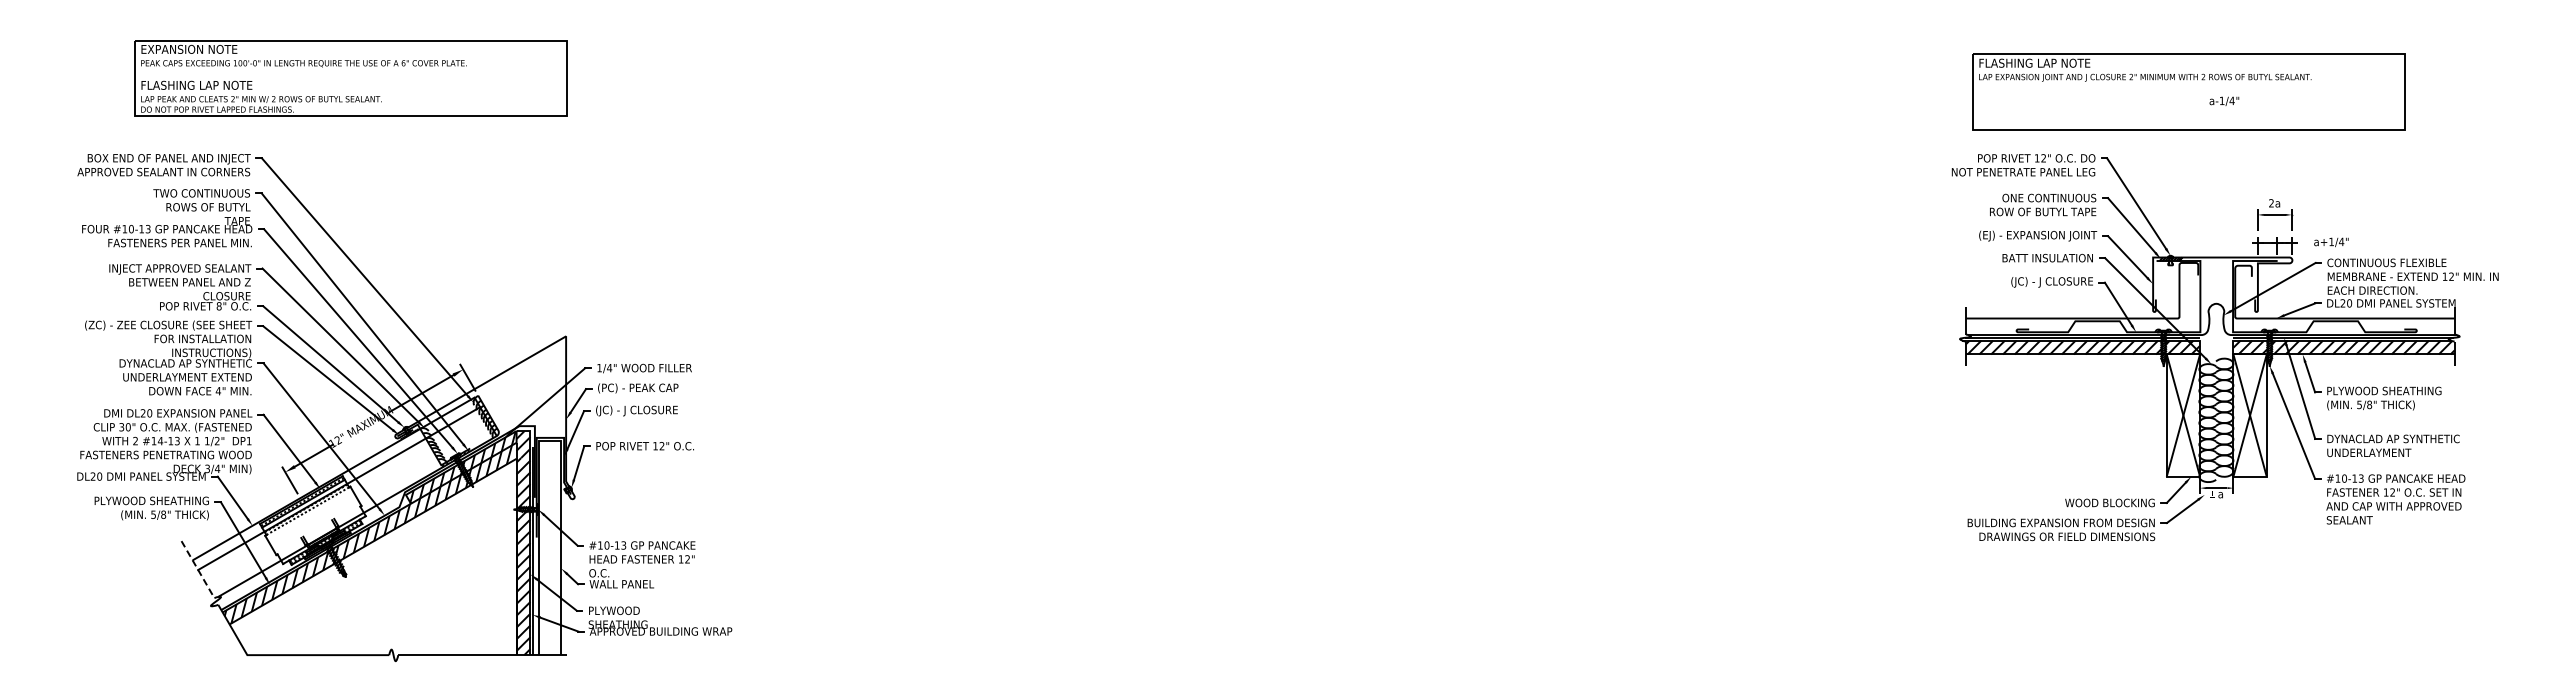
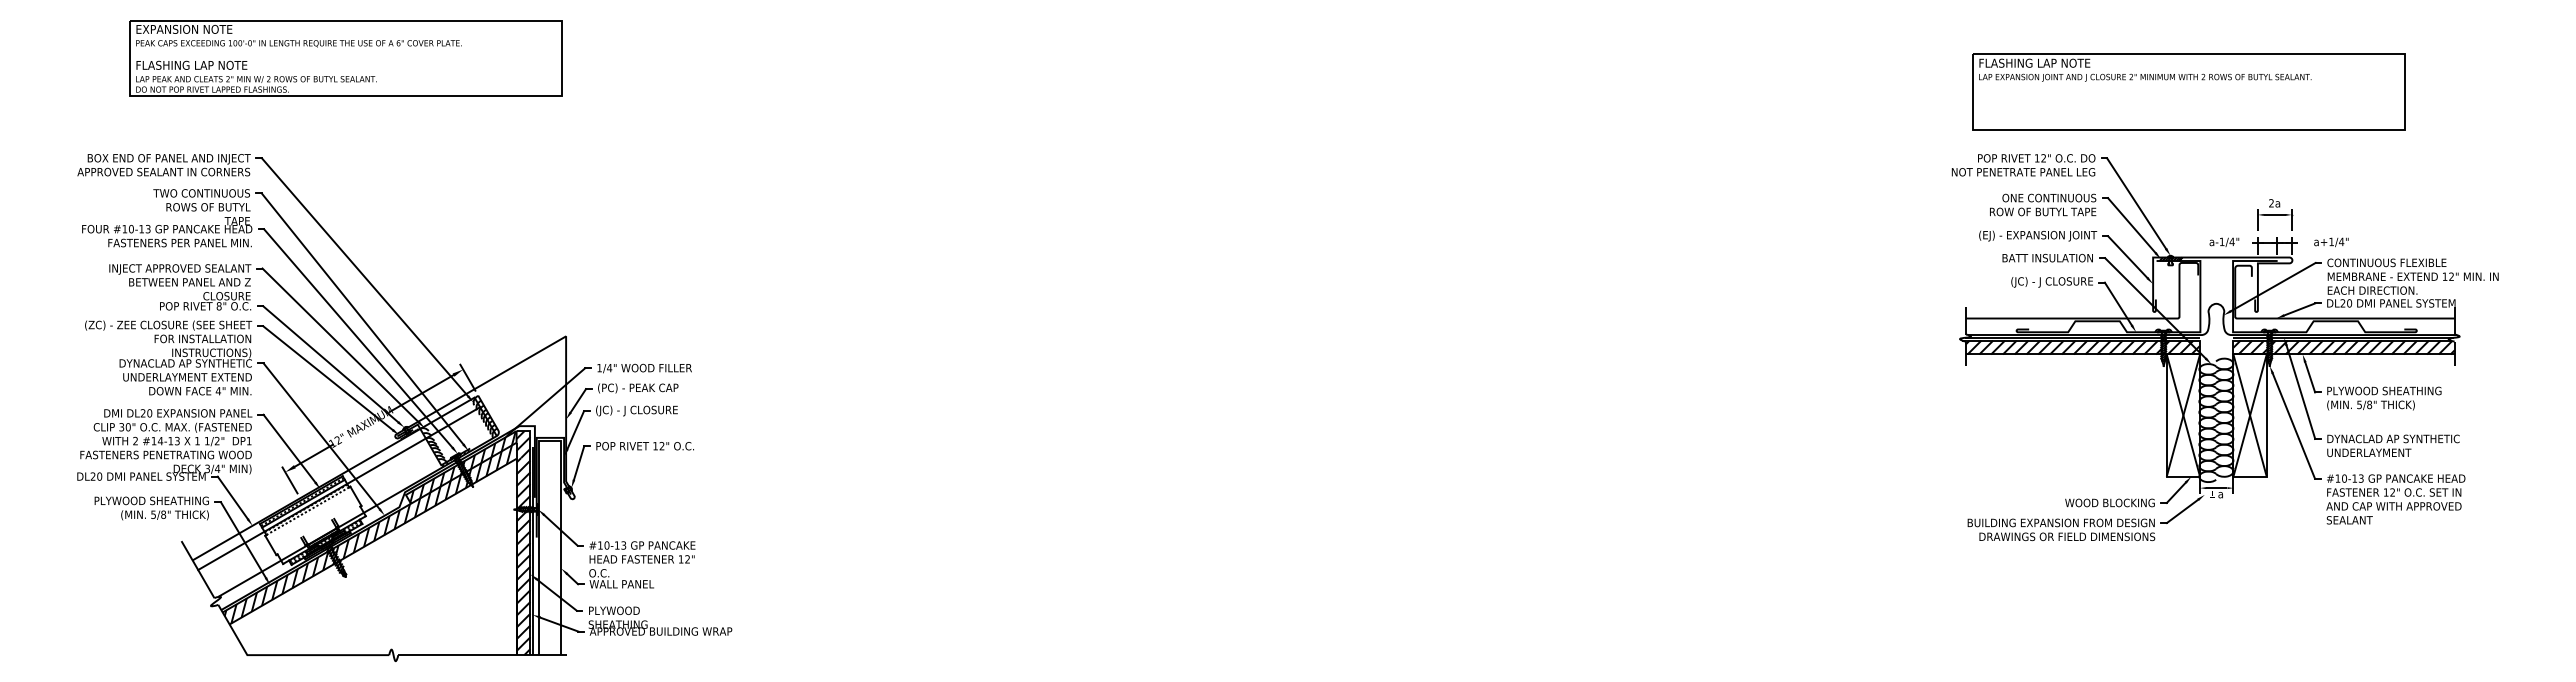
part at (350, 78) position: (350, 78) -> (345, 58)
text at (2224, 100) position: (2224, 100) -> (2224, 241)
line at (198, 569): dashed -> solid
